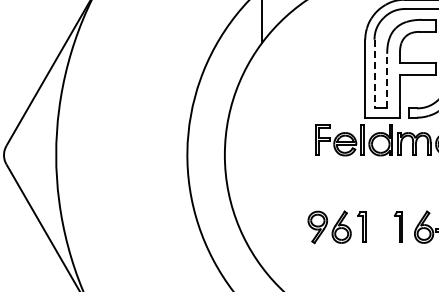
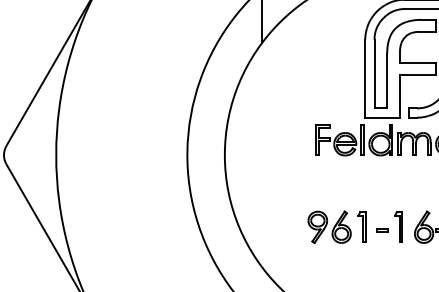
line at (374, 74): dashed -> solid
line at (387, 80): dashed -> solid
part at (382, 230): none -> present
